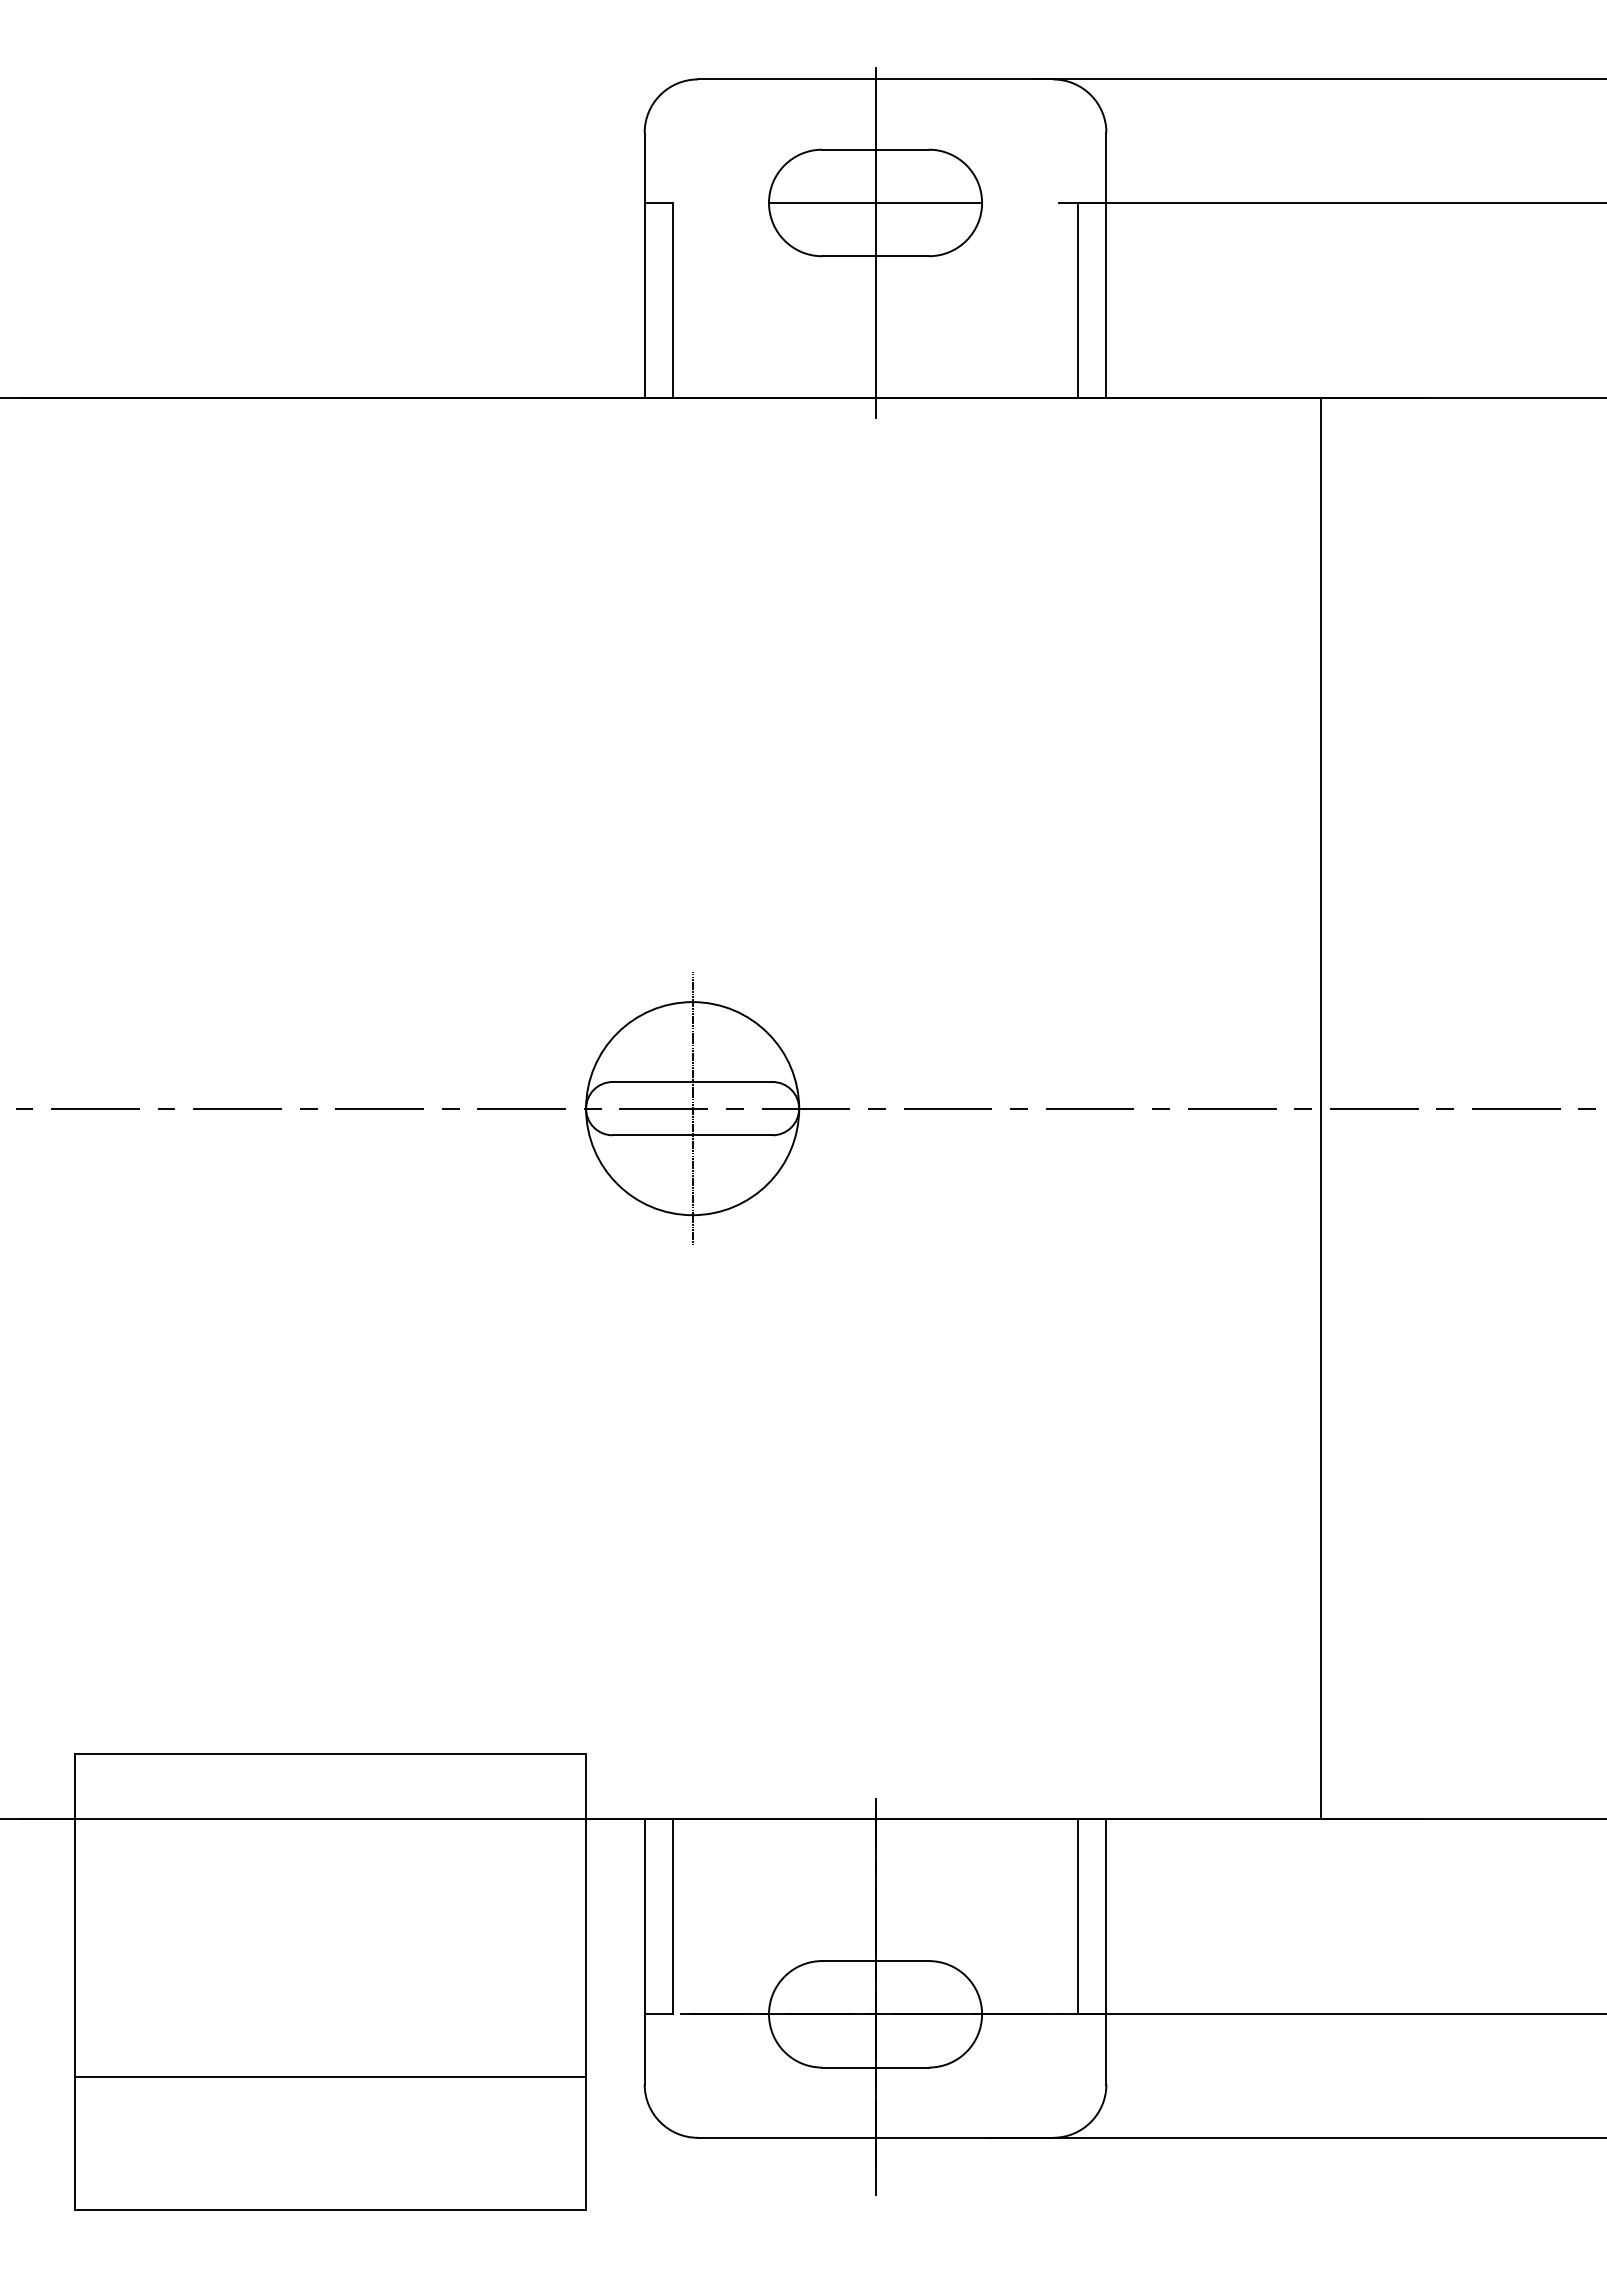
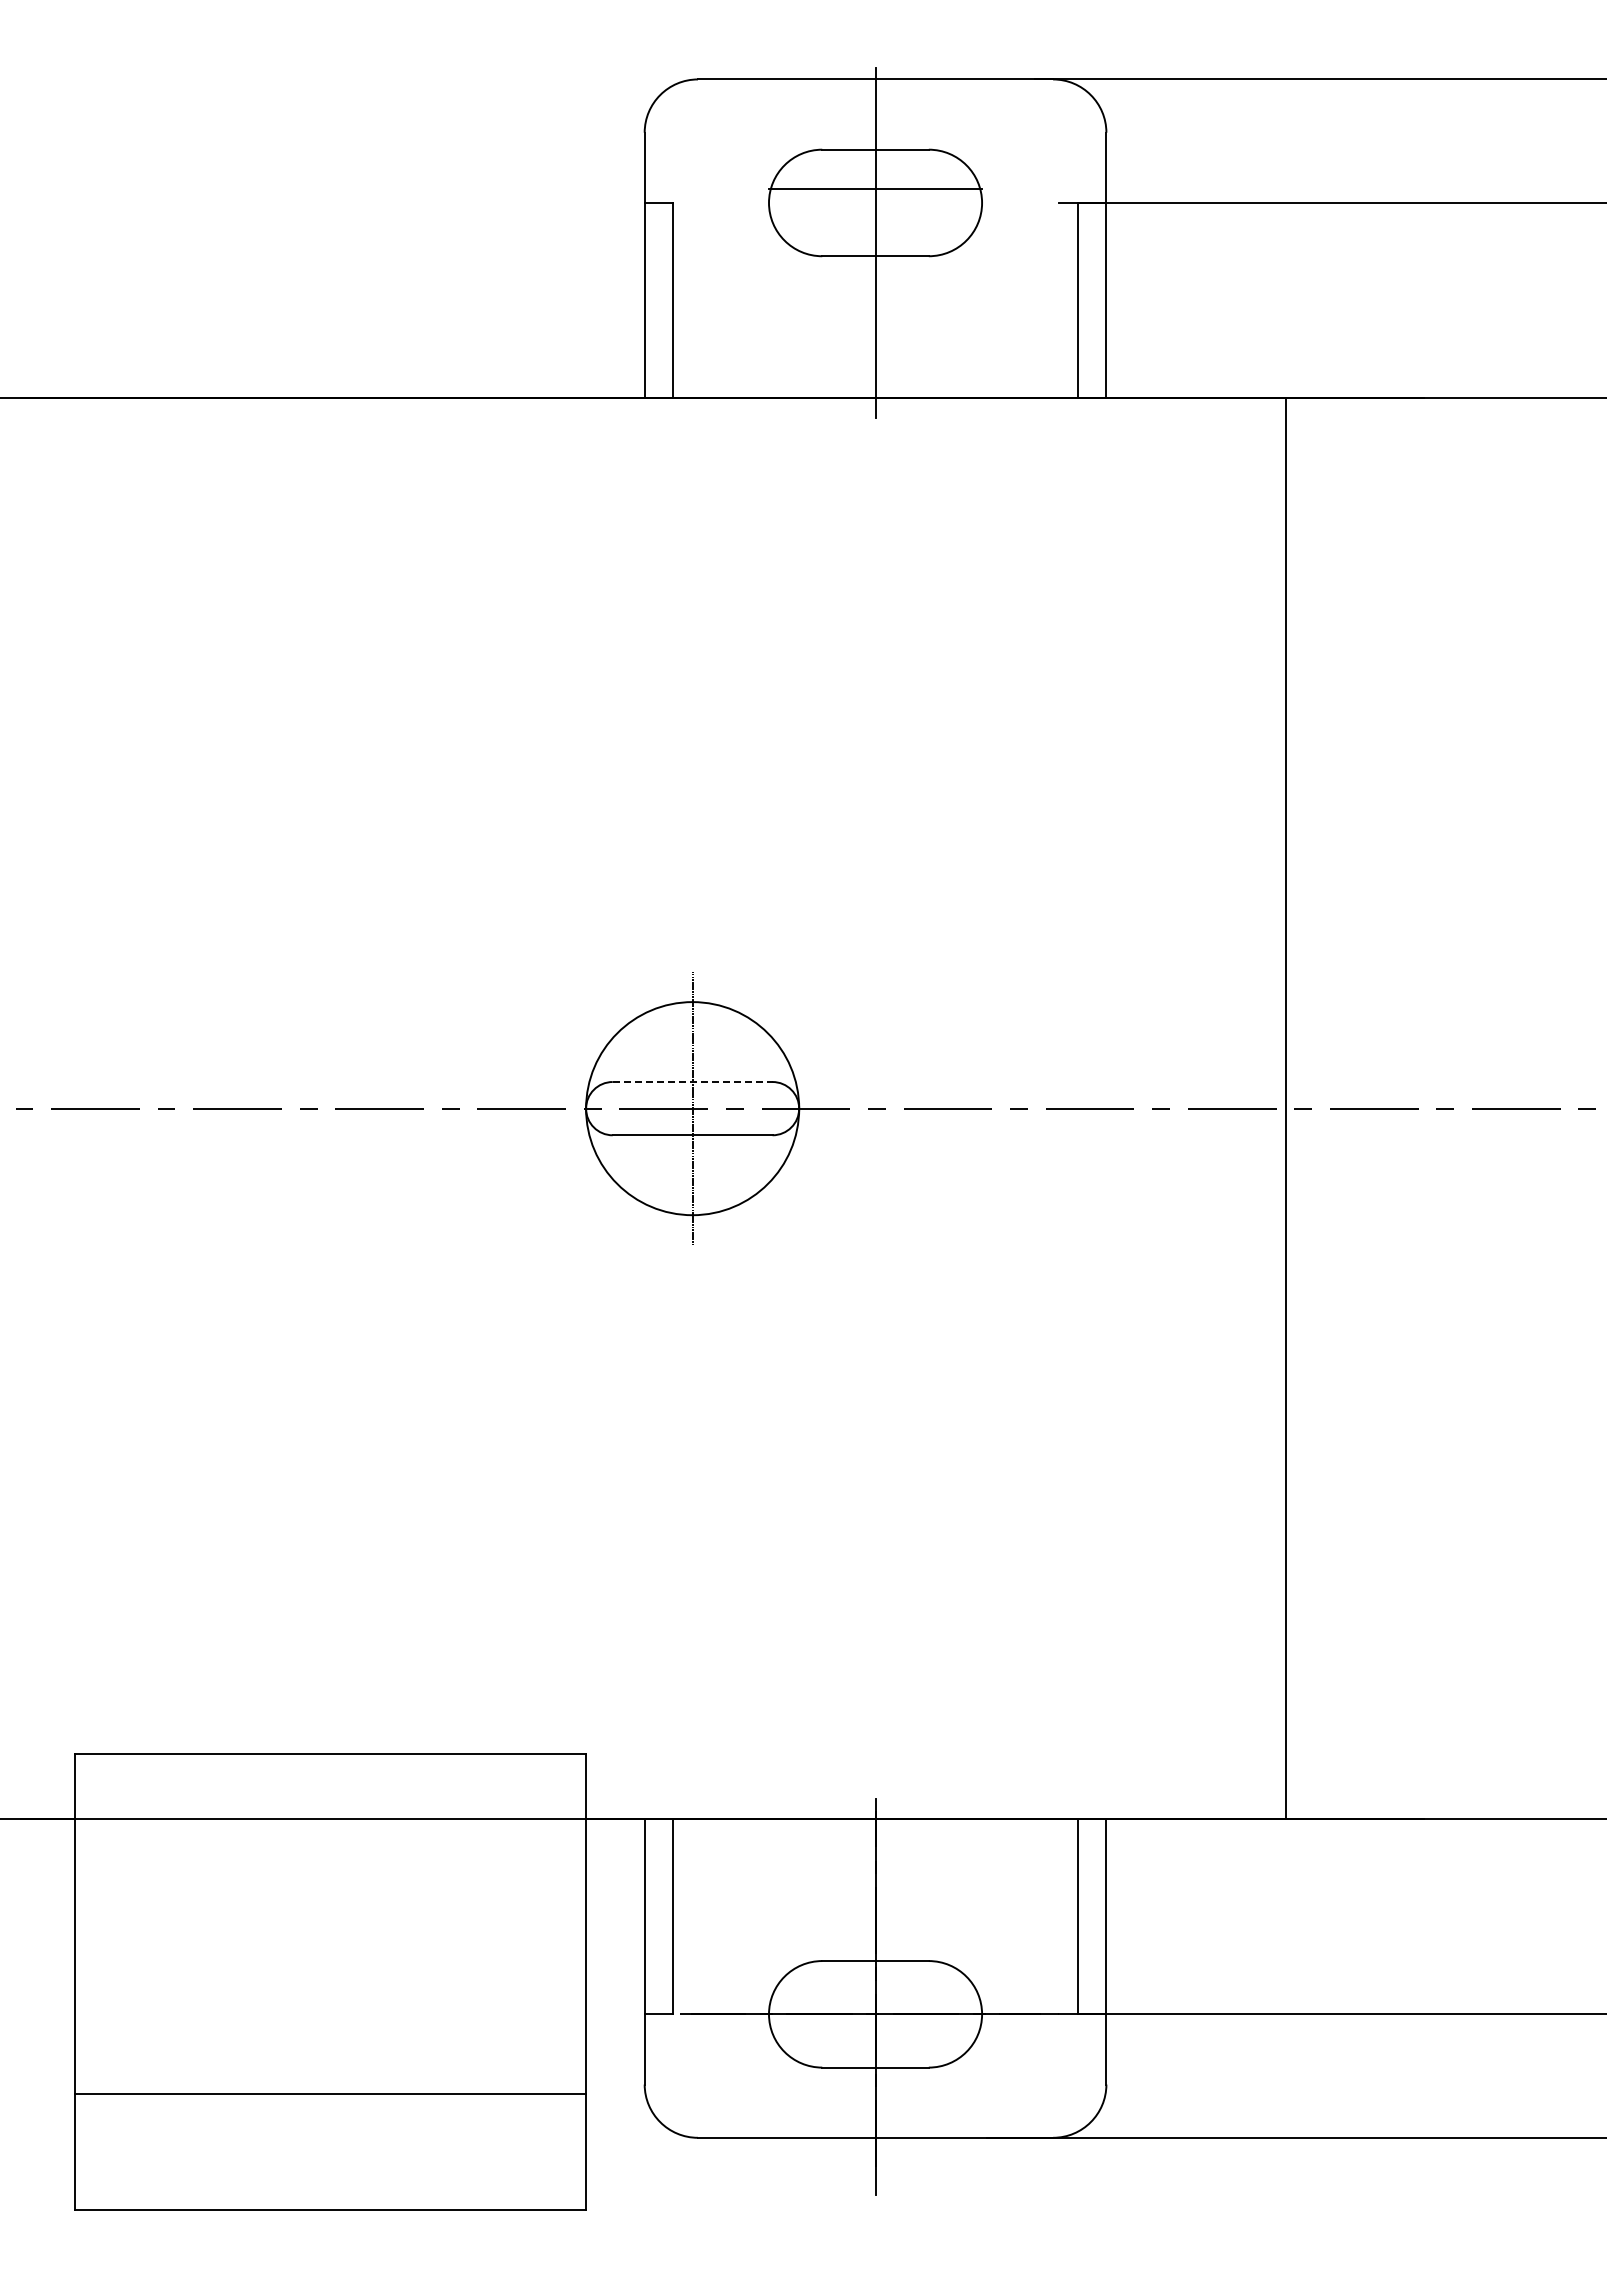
line at (875, 202) position: (875, 202) -> (875, 188)
line at (692, 1082): solid -> dashed
line at (1320, 1108) position: (1320, 1108) -> (1285, 1108)
line at (330, 2077) position: (330, 2077) -> (330, 2094)
